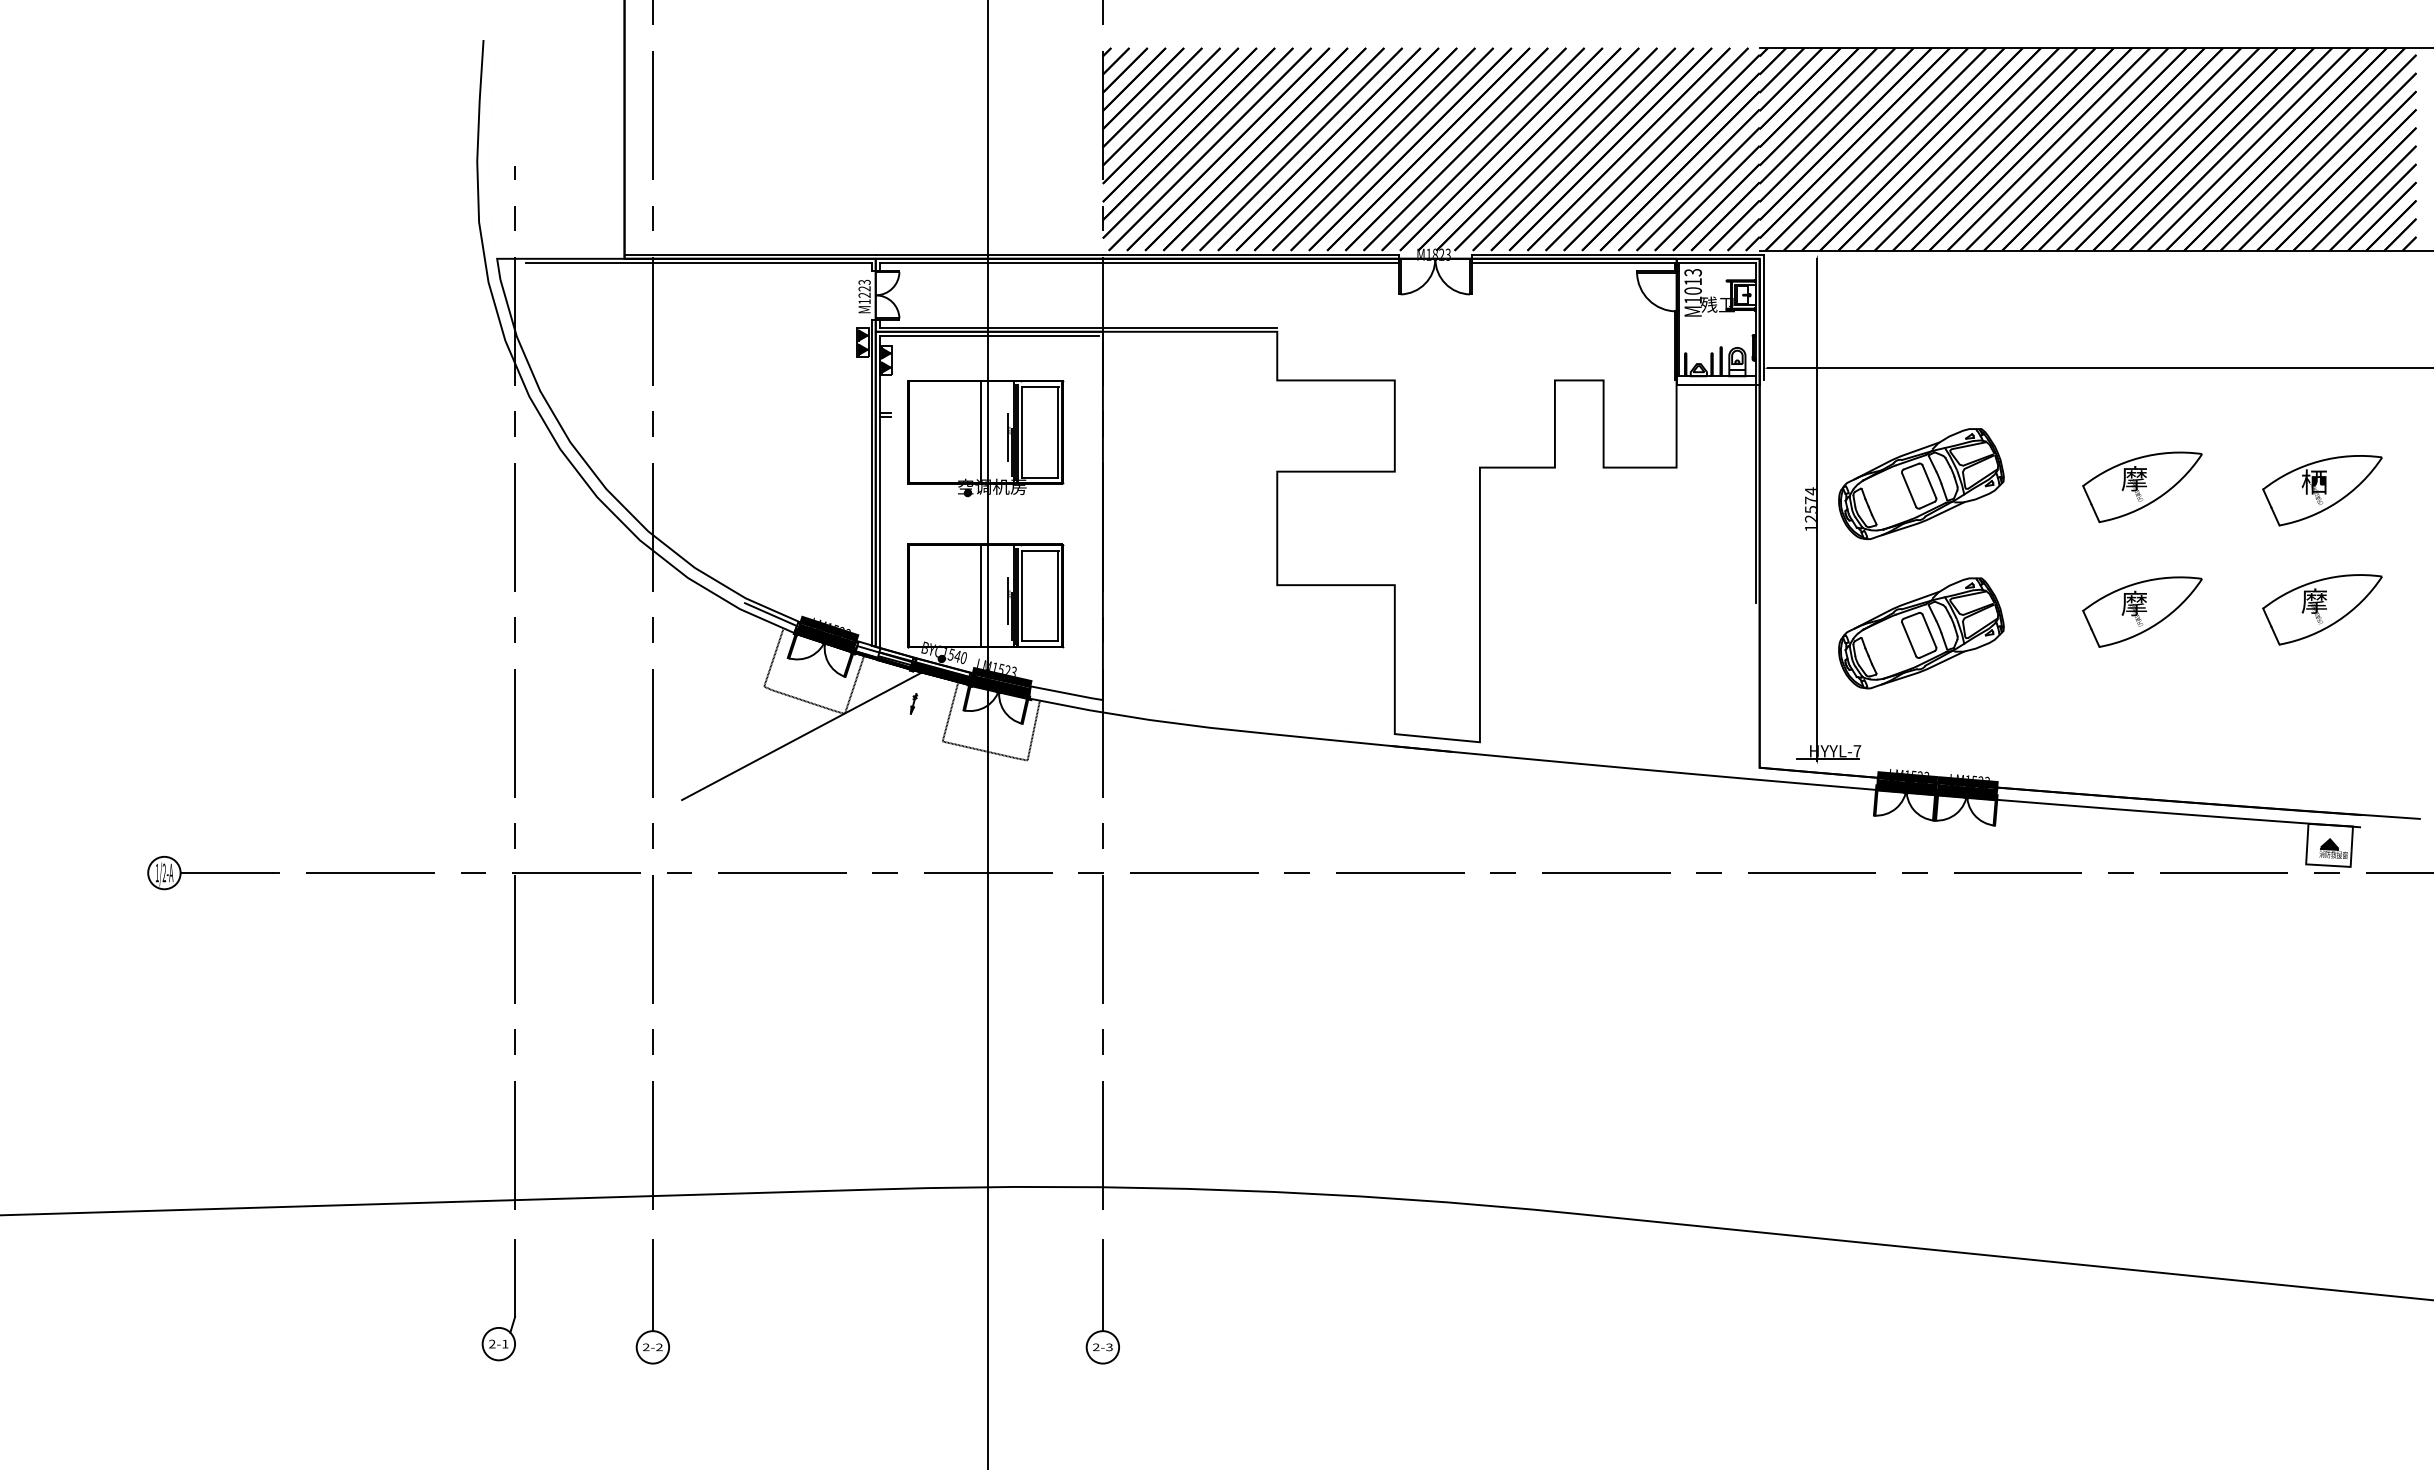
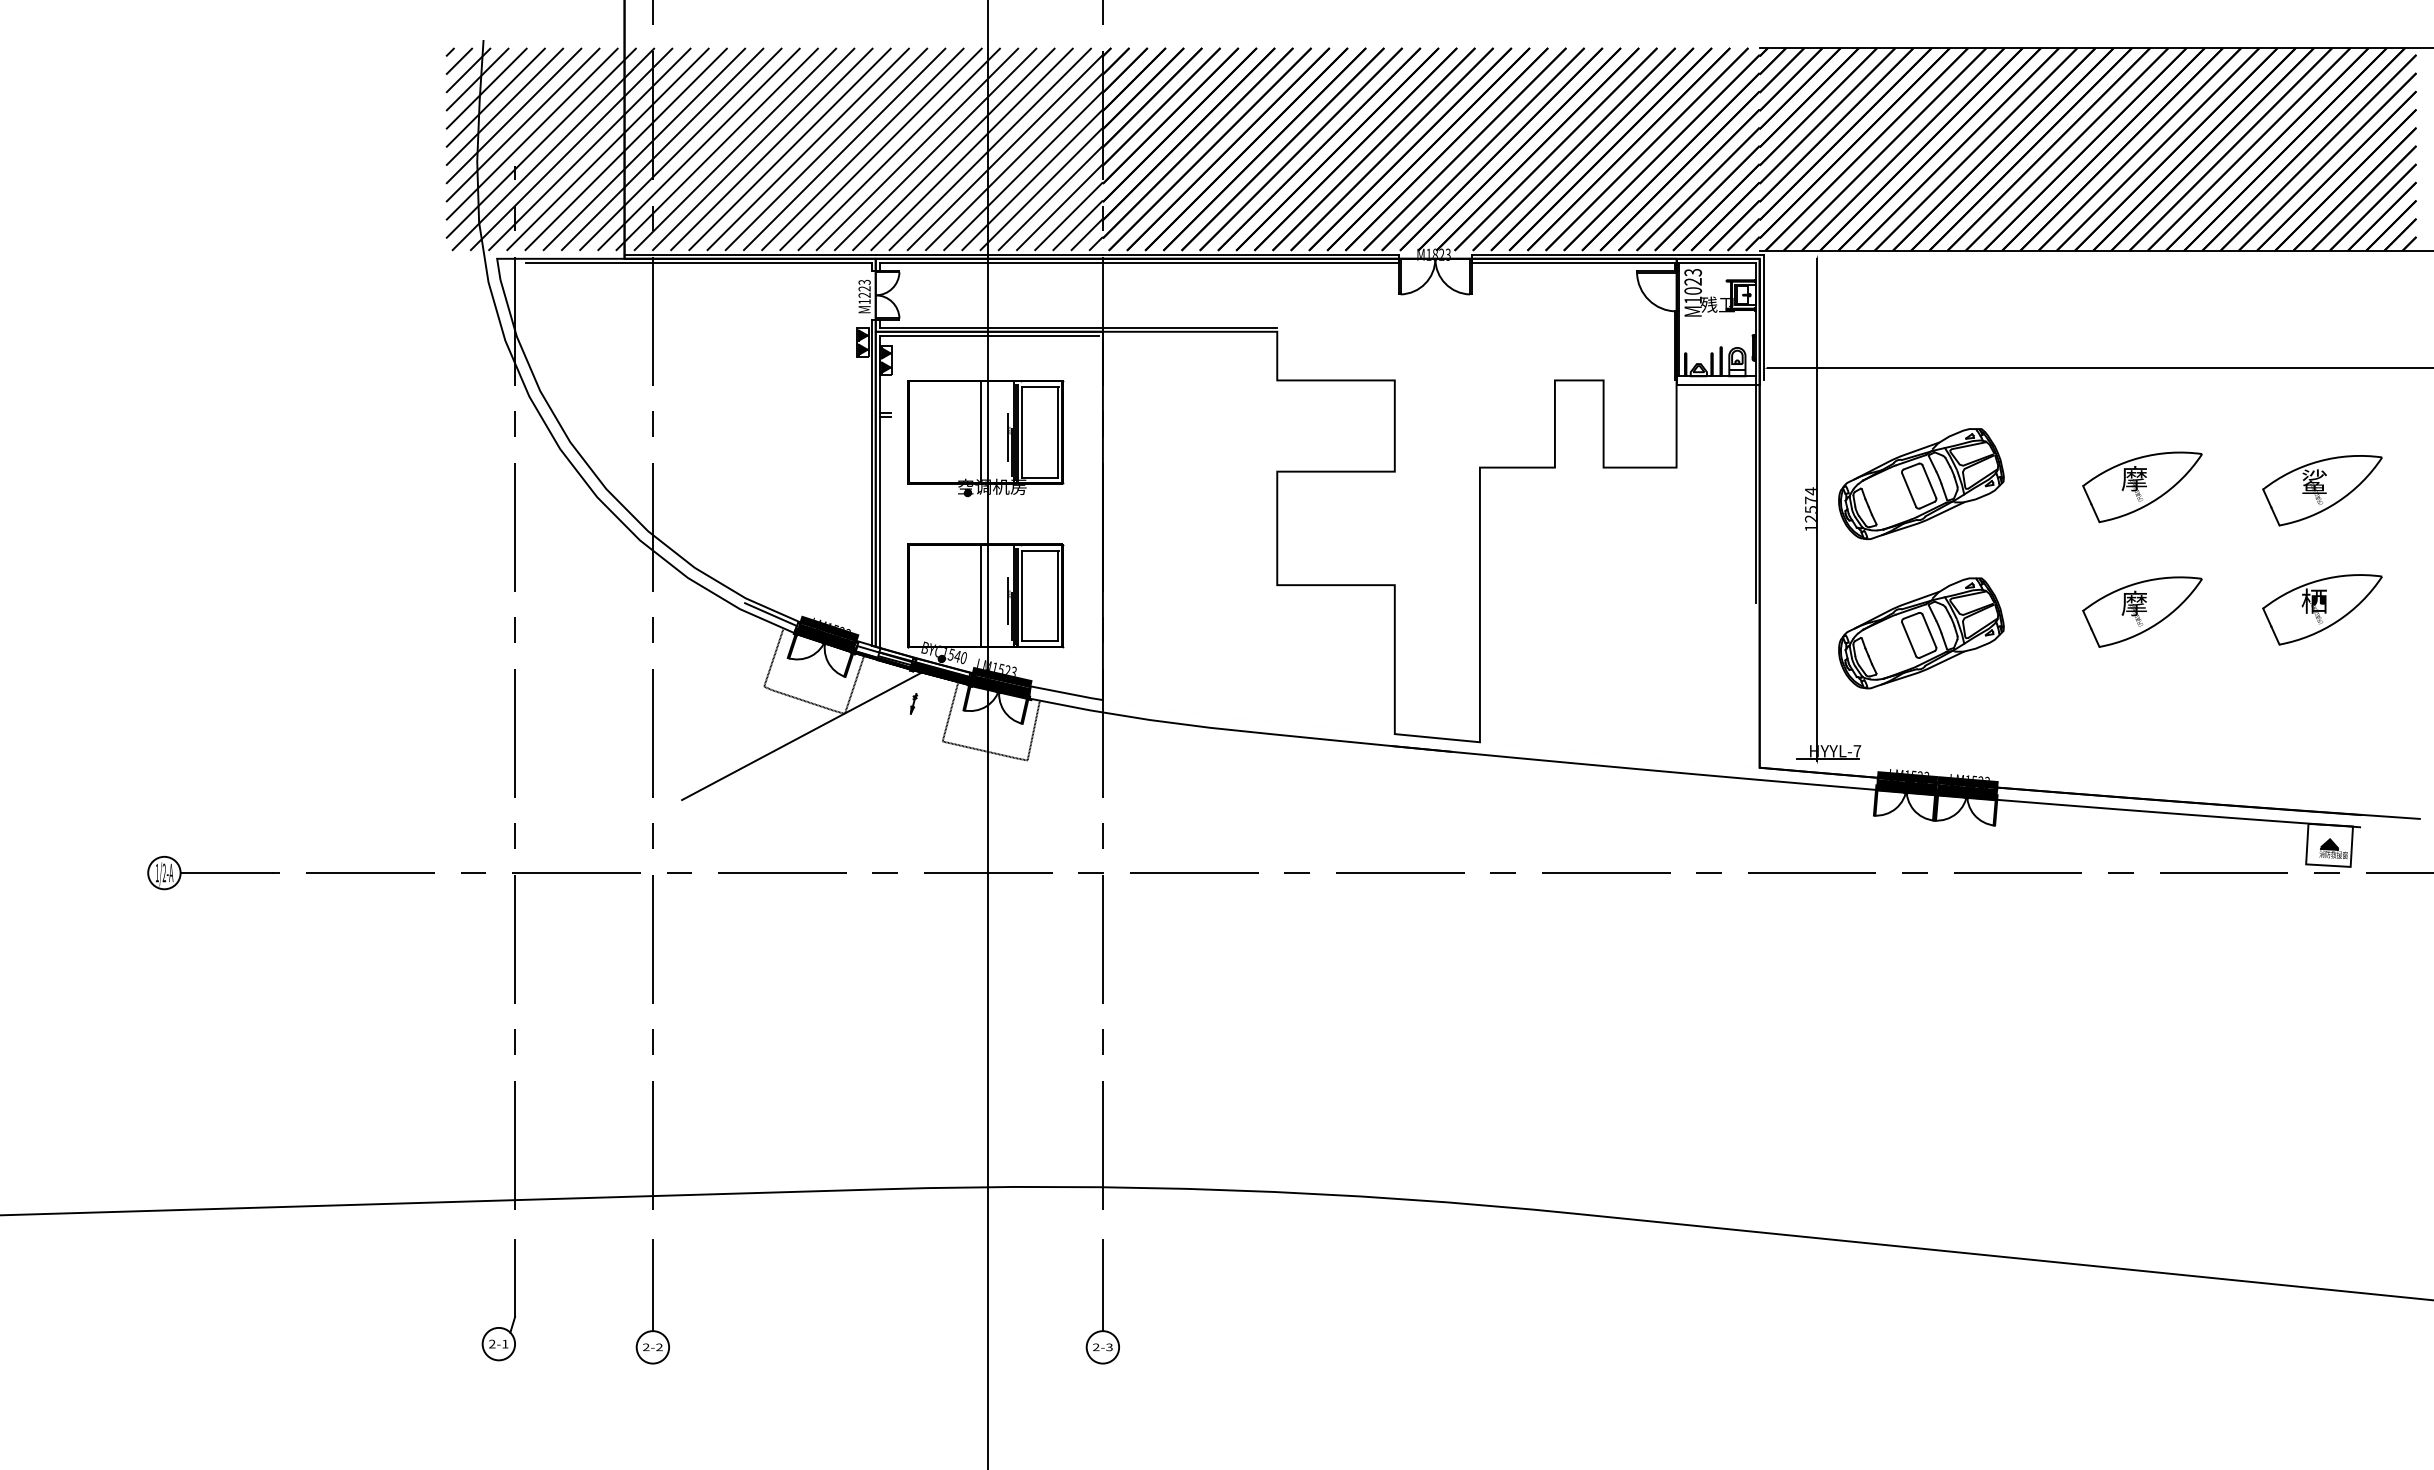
hatch at (774, 149): none -> present
text at (1692, 281): M1013 -> M1023
text at (2313, 481): 栖 -> 鲨
text at (2313, 600): 摩 -> 栖
